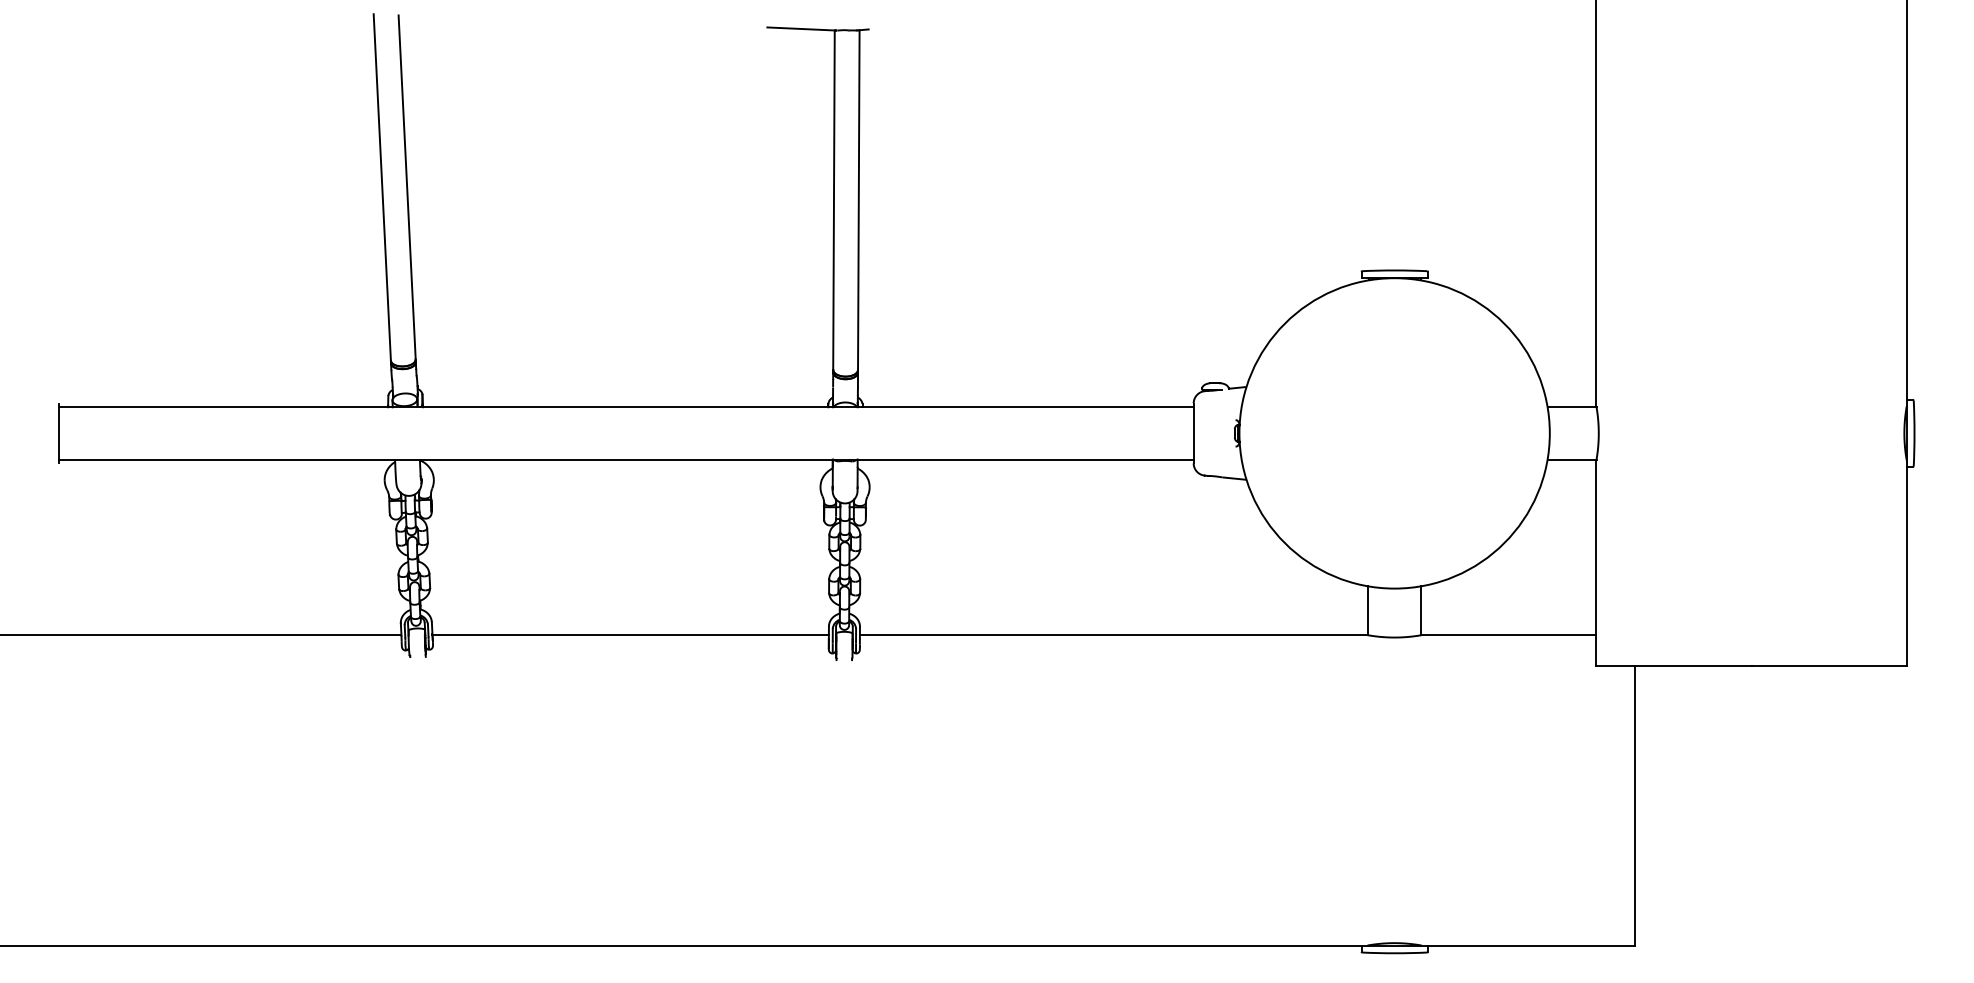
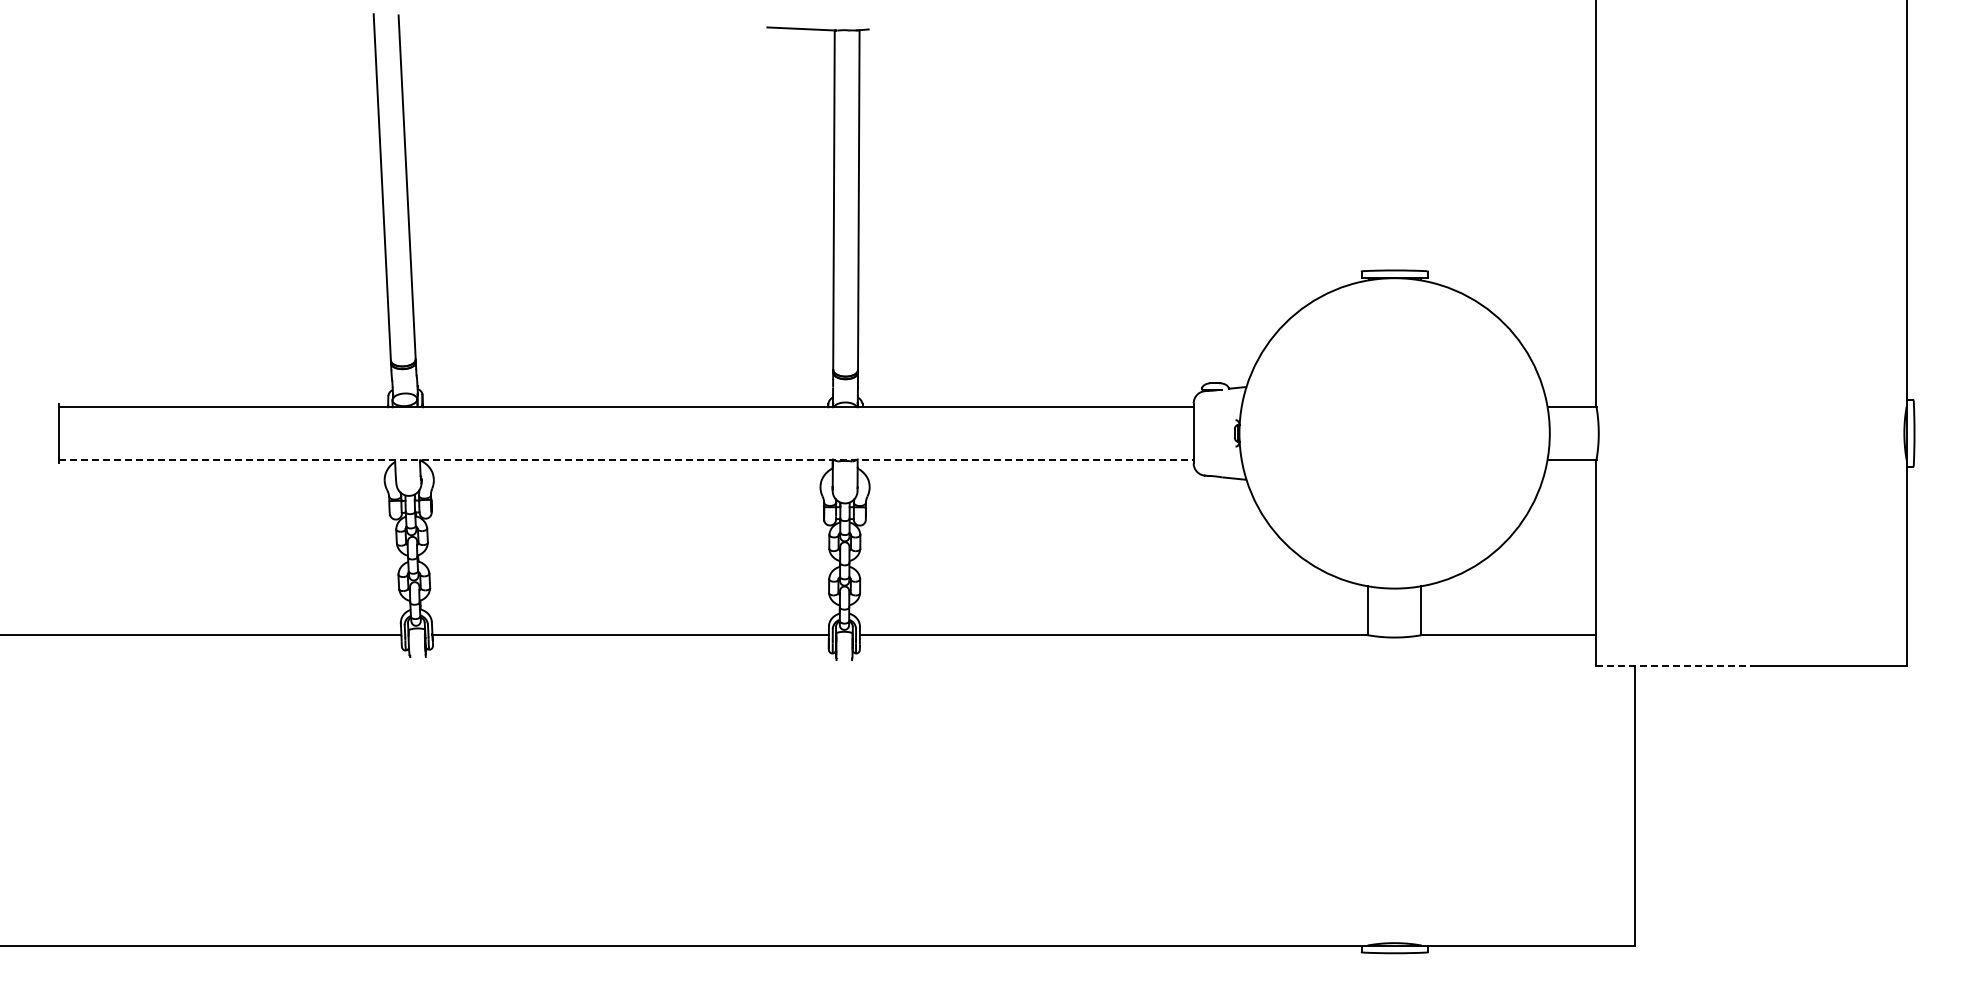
line at (626, 459): solid -> dashed
line at (1673, 666): solid -> dashed
